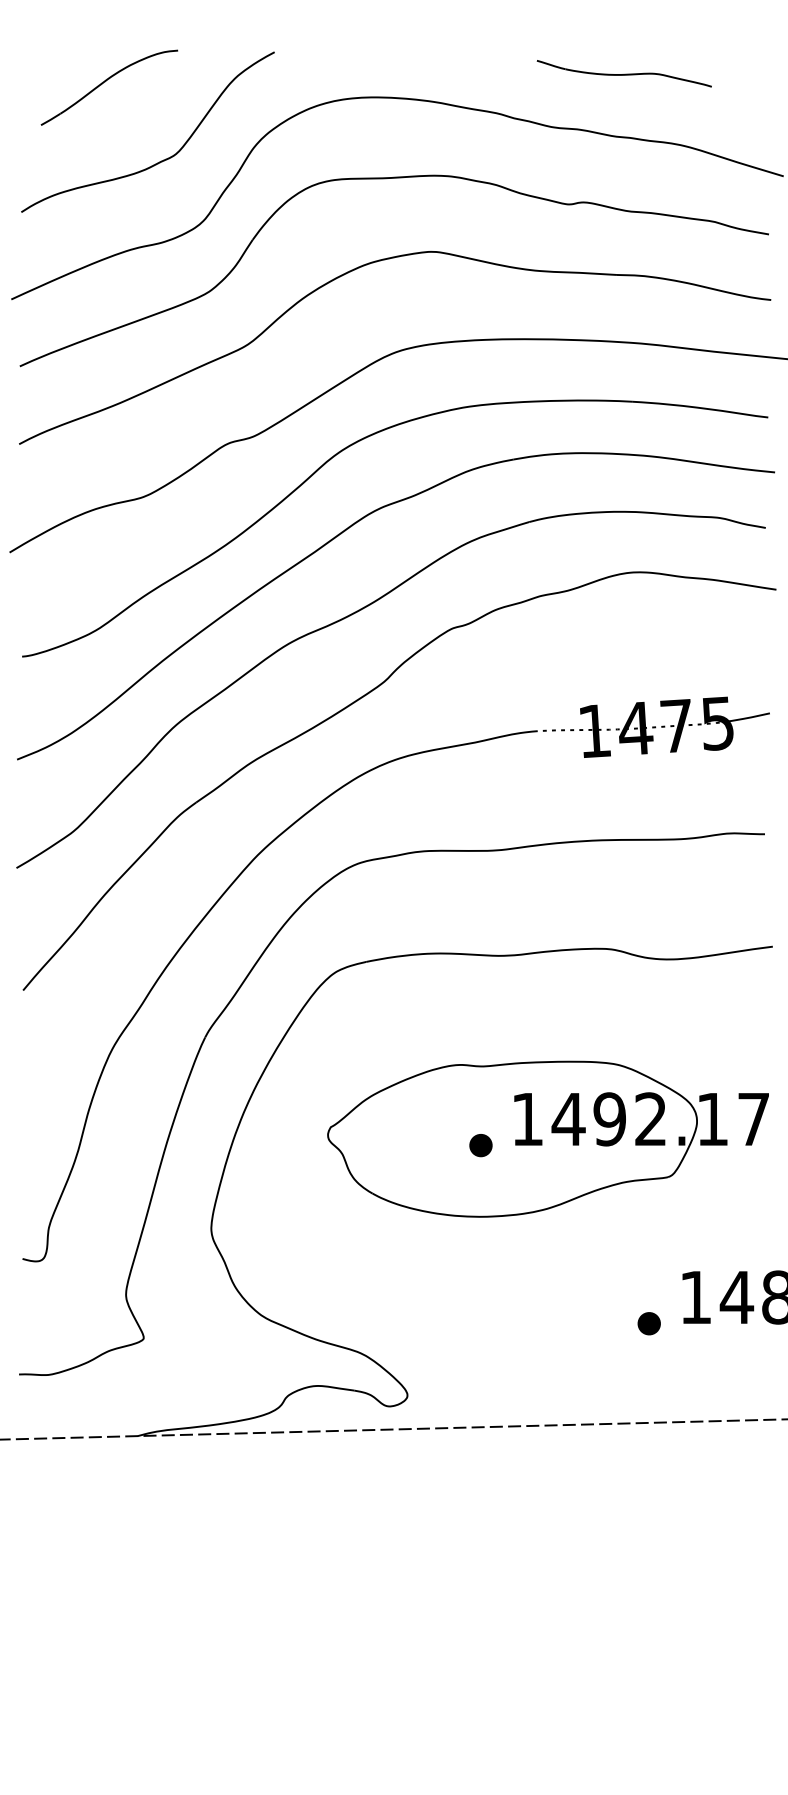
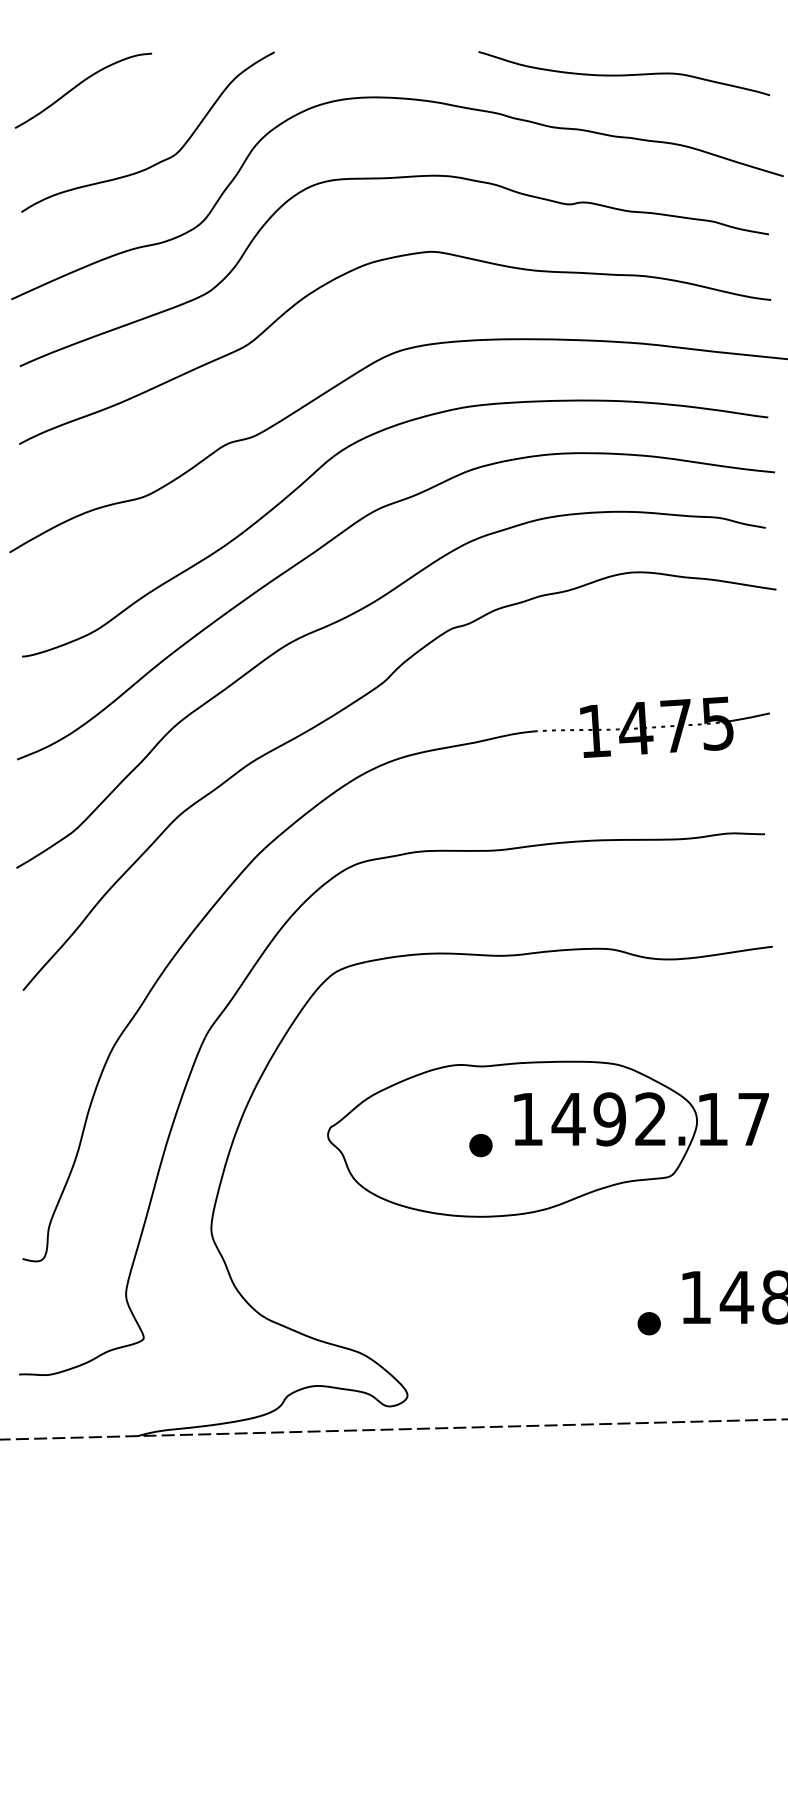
part at (623, 73) size: 176x28 px -> 293x46 px
part at (105, 82) position: (105, 82) -> (79, 85)
